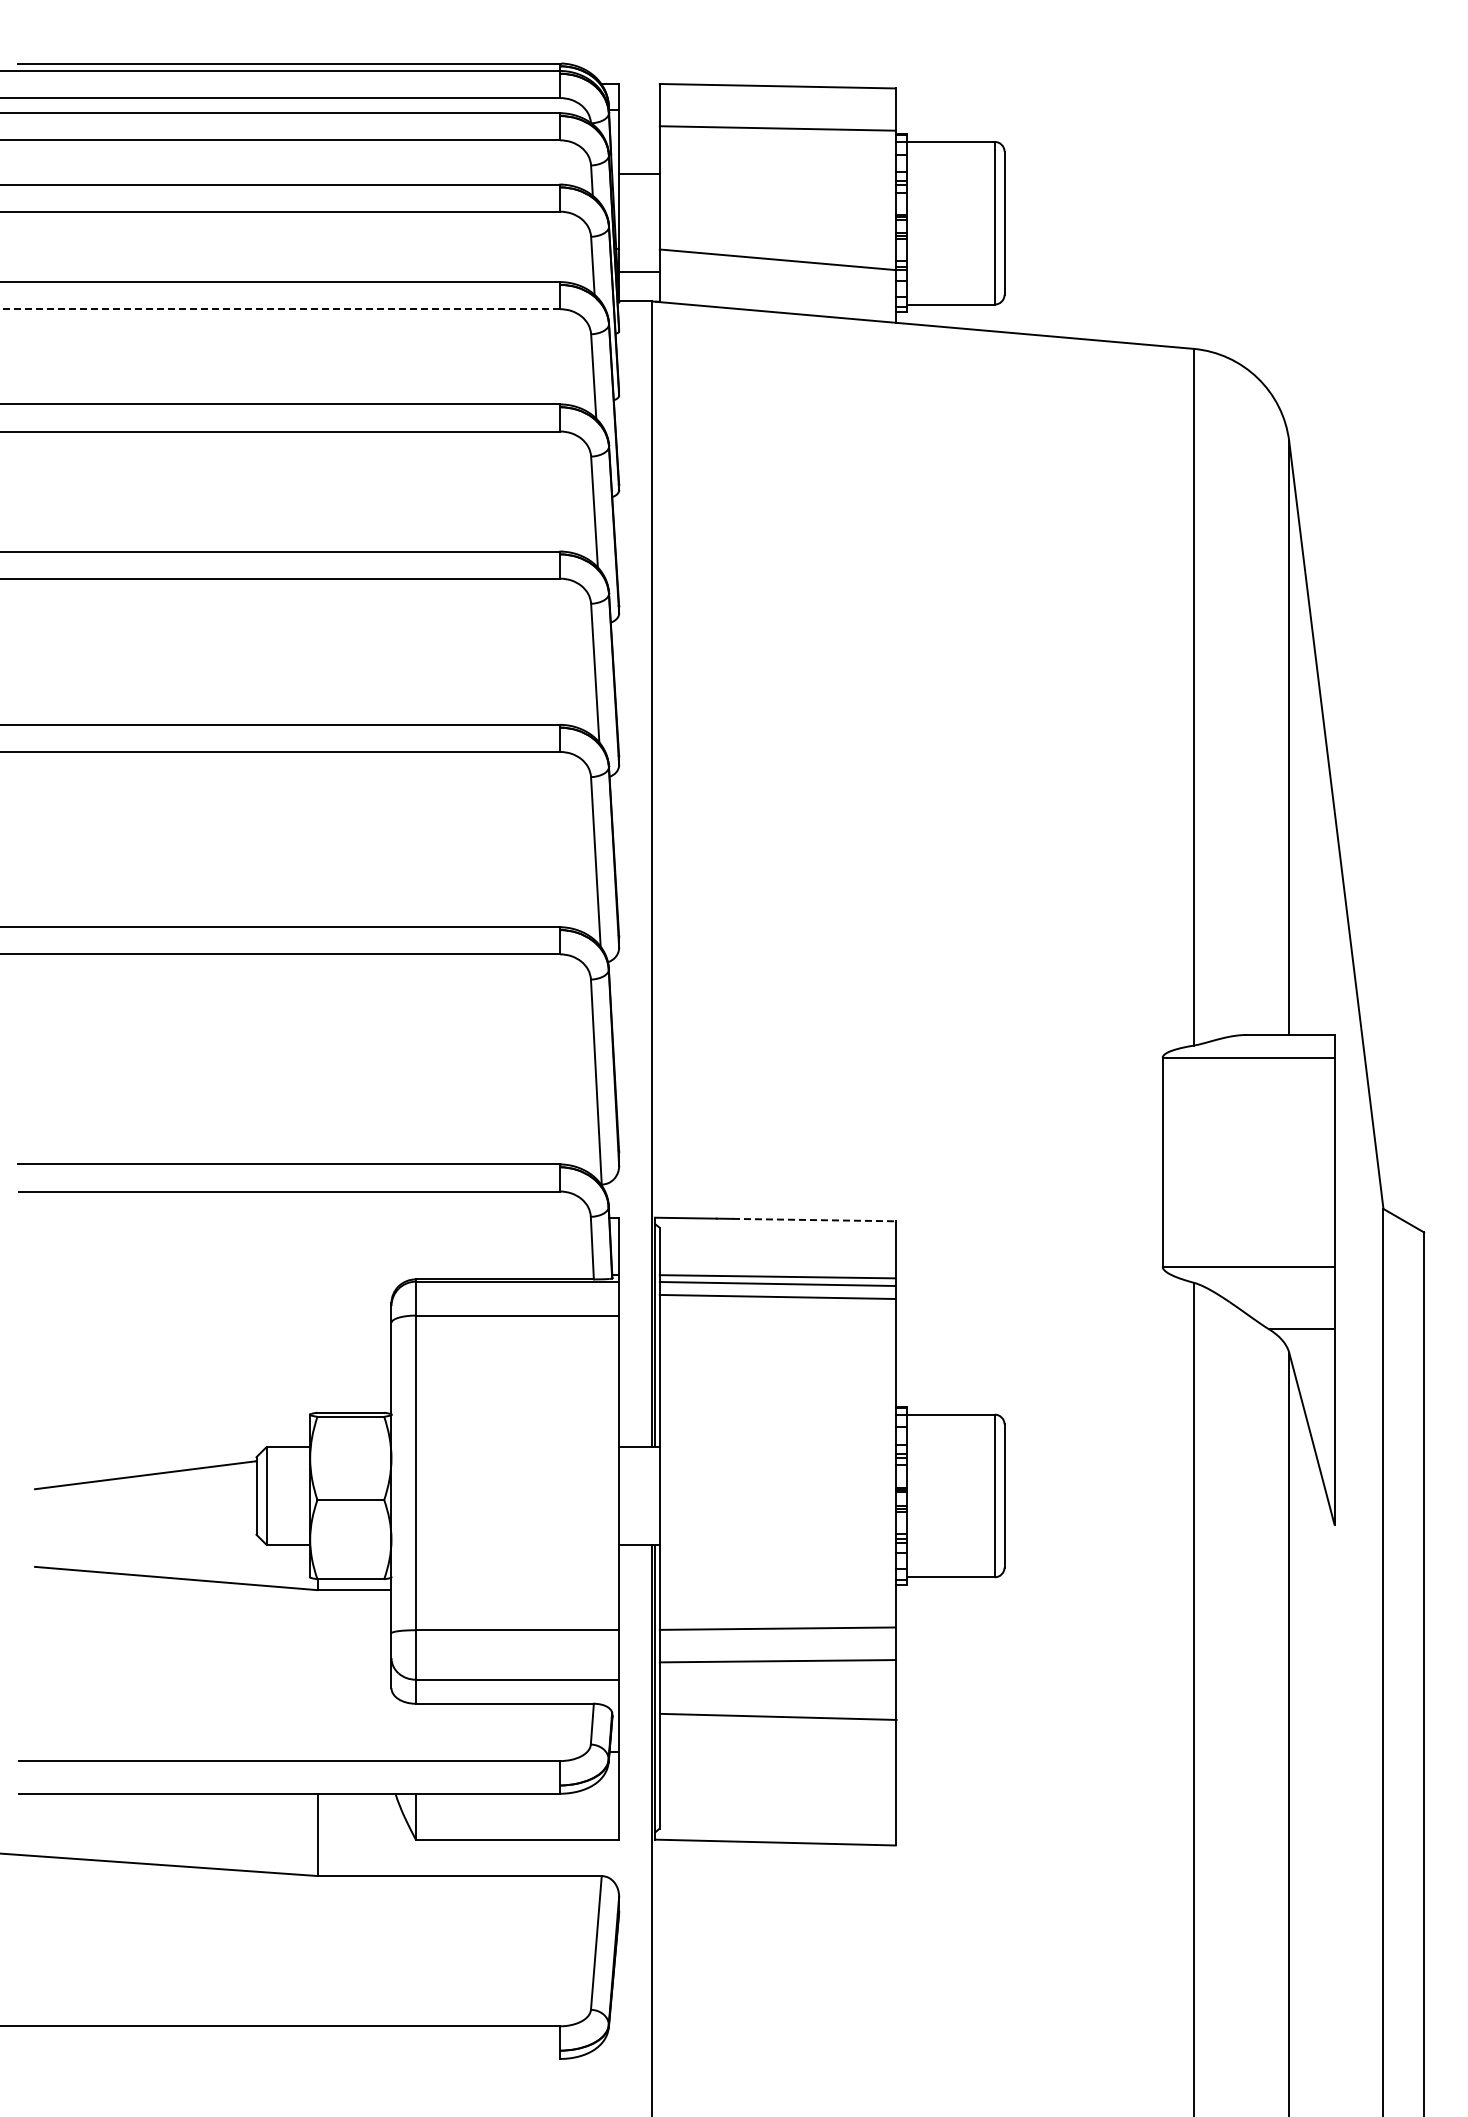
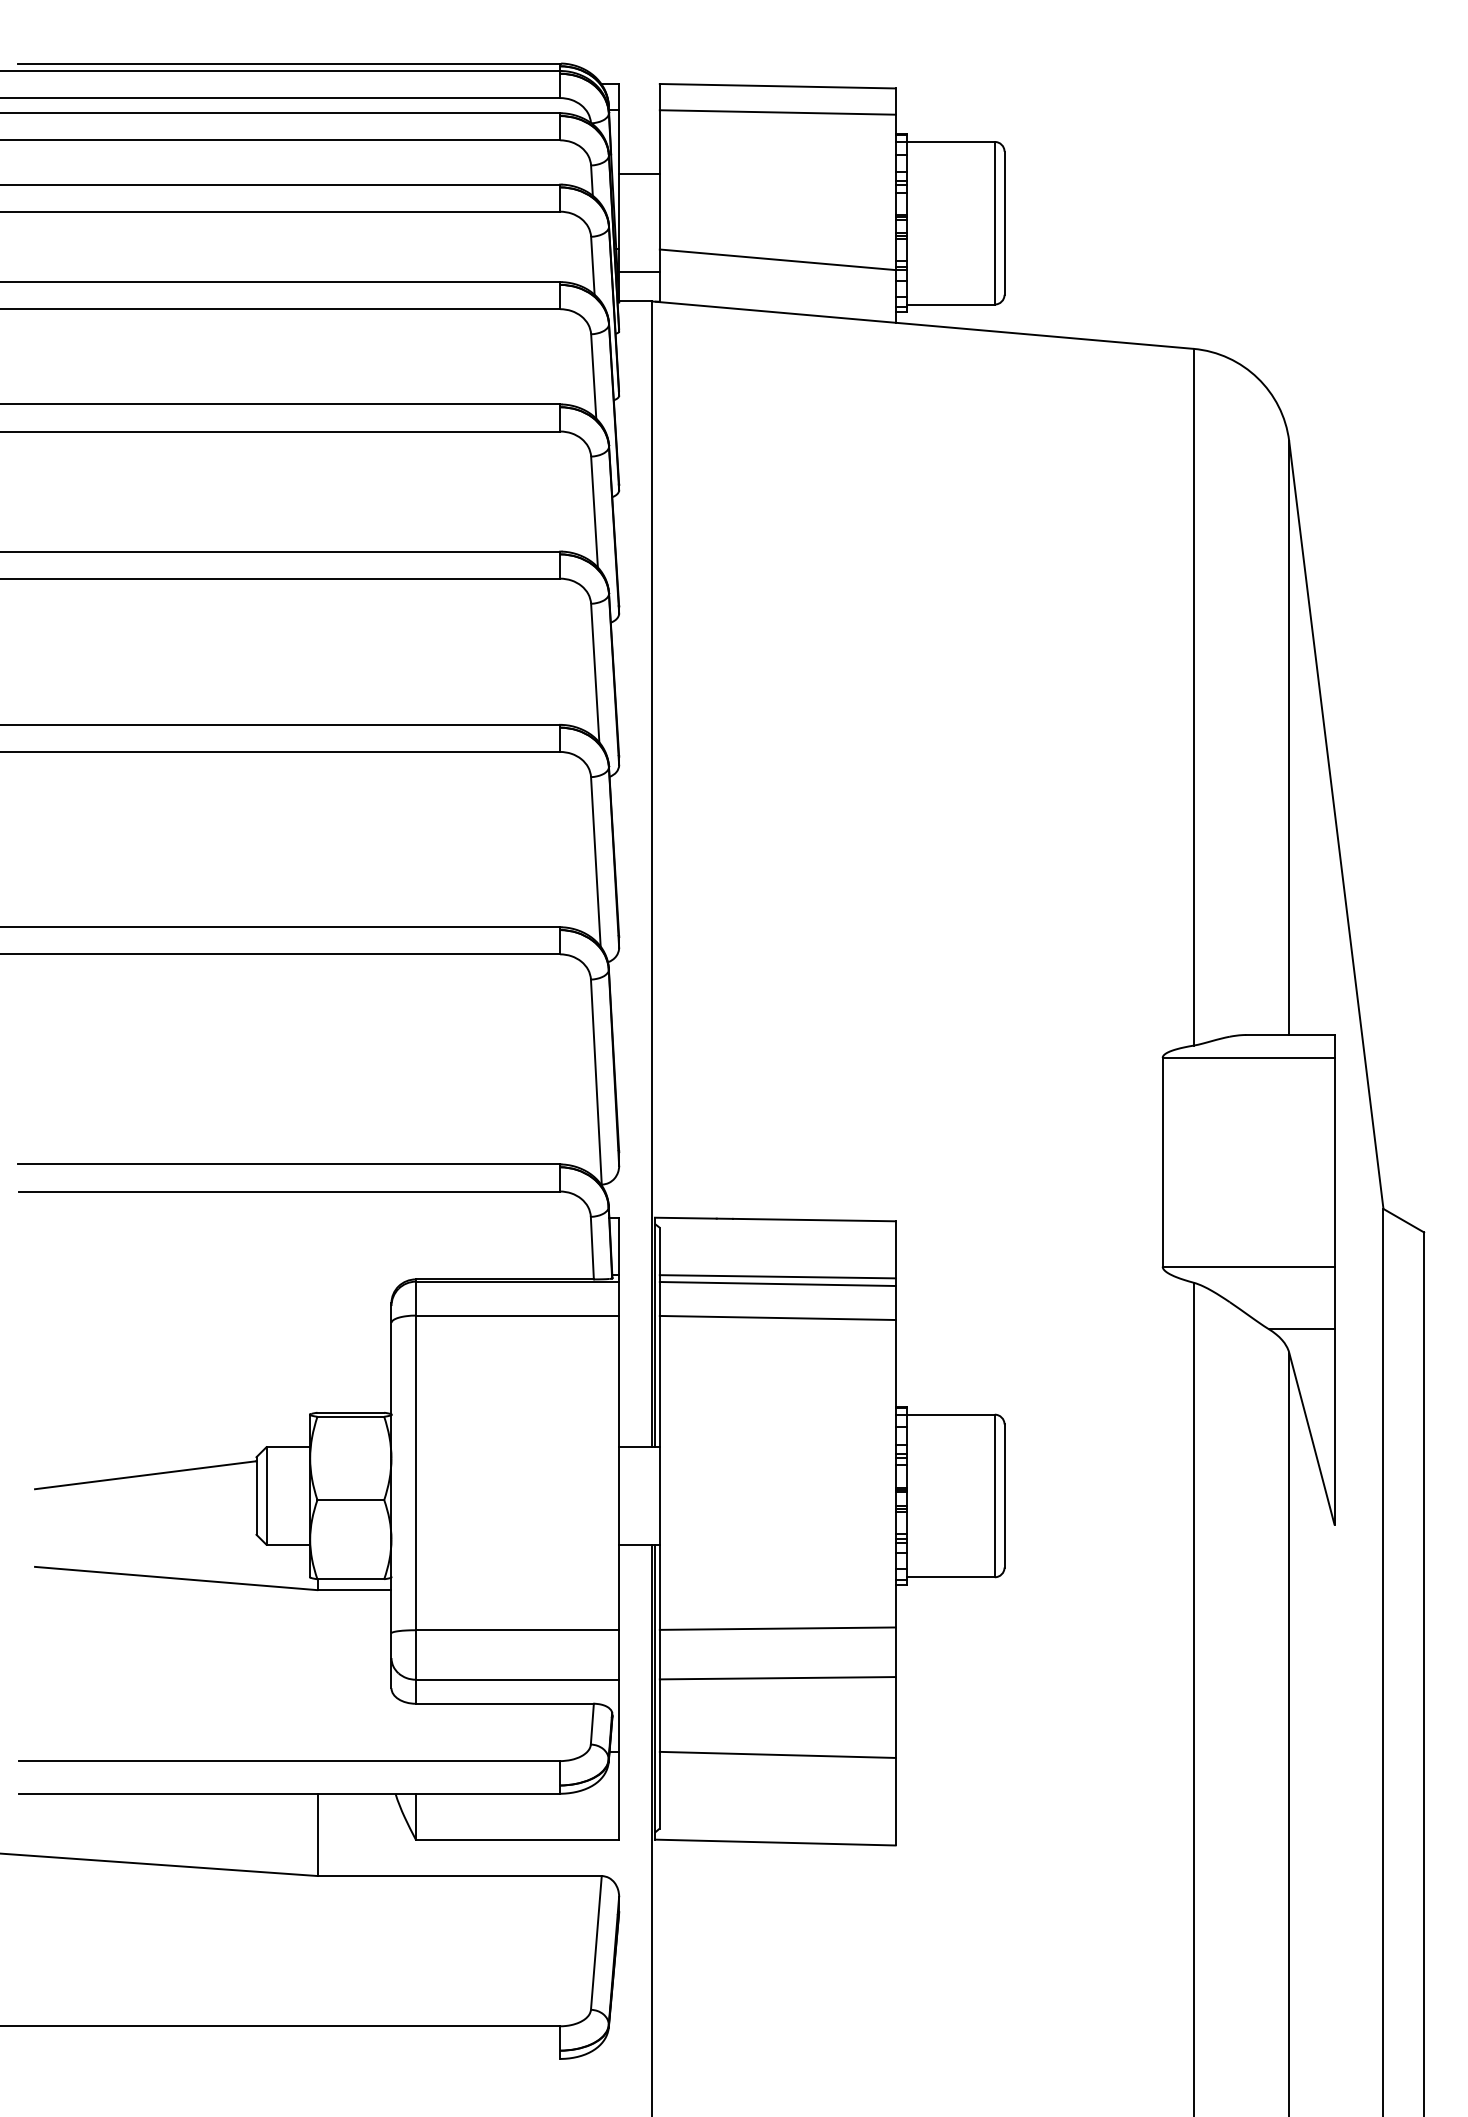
line at (777, 128) position: (777, 128) -> (777, 112)
line at (280, 309): dashed -> solid
line at (814, 1220): dashed -> solid
line at (777, 1296) position: (777, 1296) -> (777, 1317)
line at (777, 1661) position: (777, 1661) -> (777, 1678)
line at (778, 1716) position: (778, 1716) -> (777, 1754)
